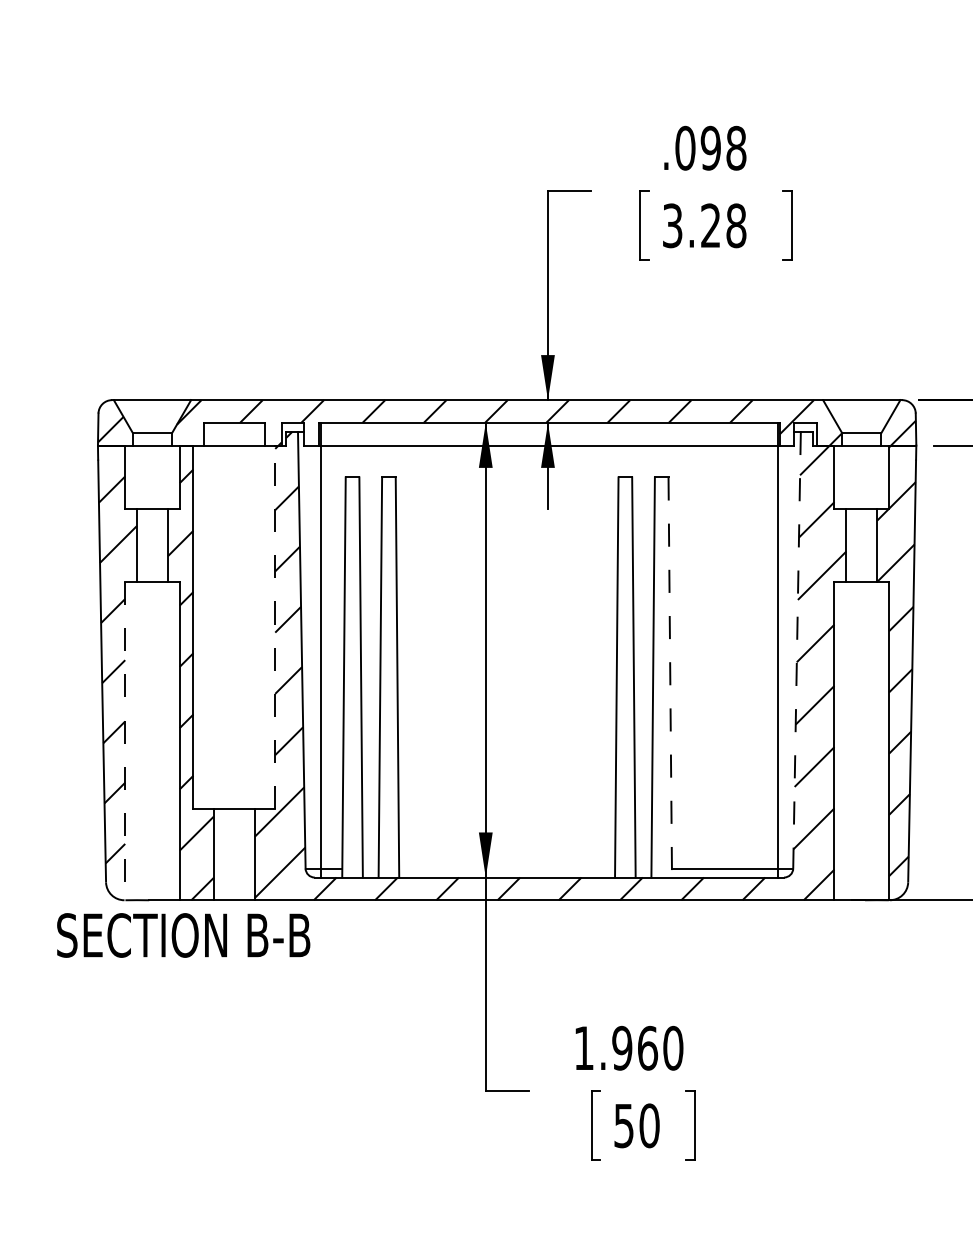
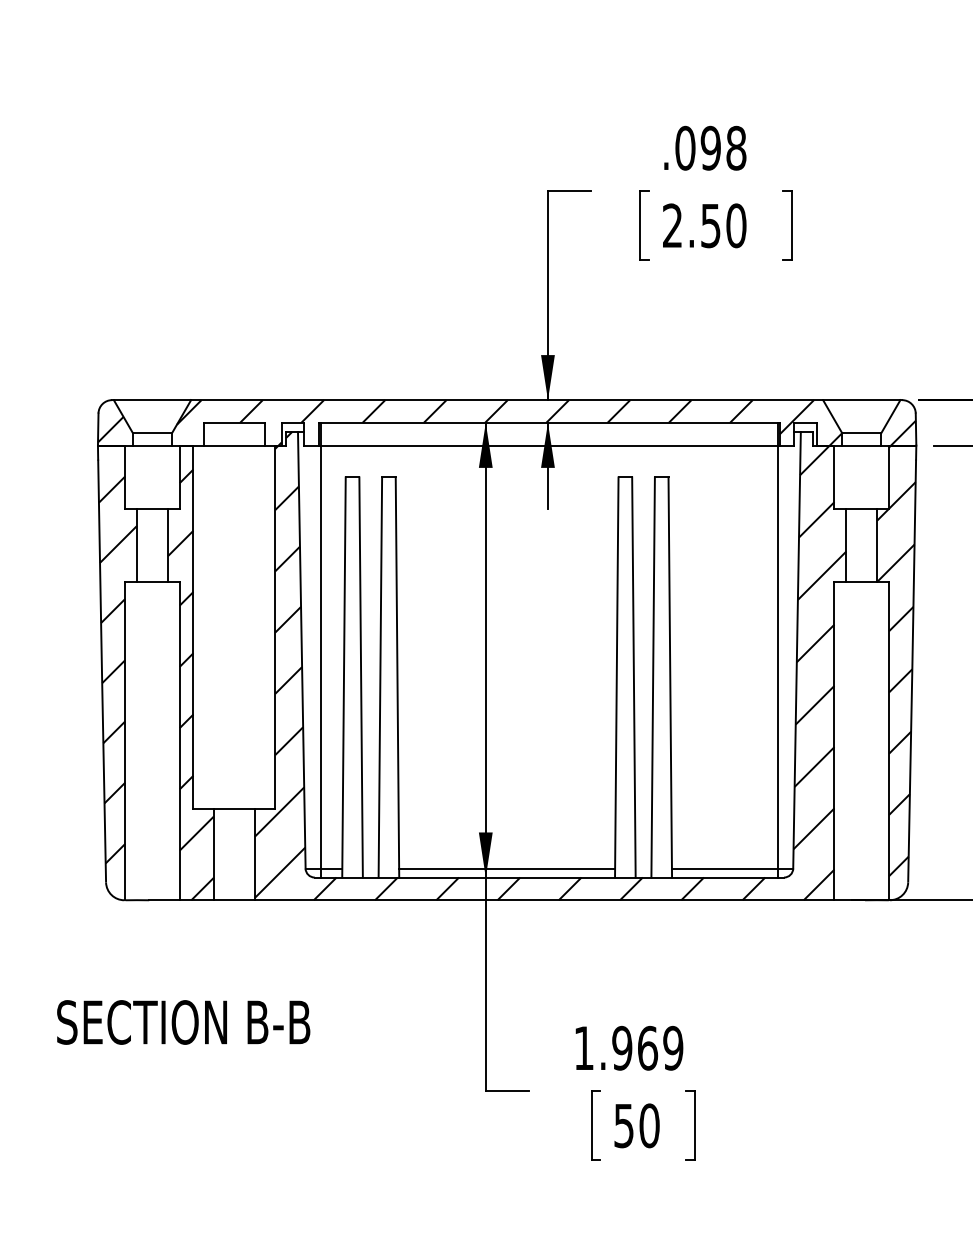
text at (704, 225): 3.28 -> 2.50
line at (275, 627): dashed -> solid
line at (797, 650): dashed -> solid
line at (670, 677): dashed -> solid
line at (125, 741): dashed -> solid
line at (507, 868): none -> present
text at (183, 935) position: (183, 935) -> (183, 1022)
text at (673, 1048): 1.960 -> 1.969
